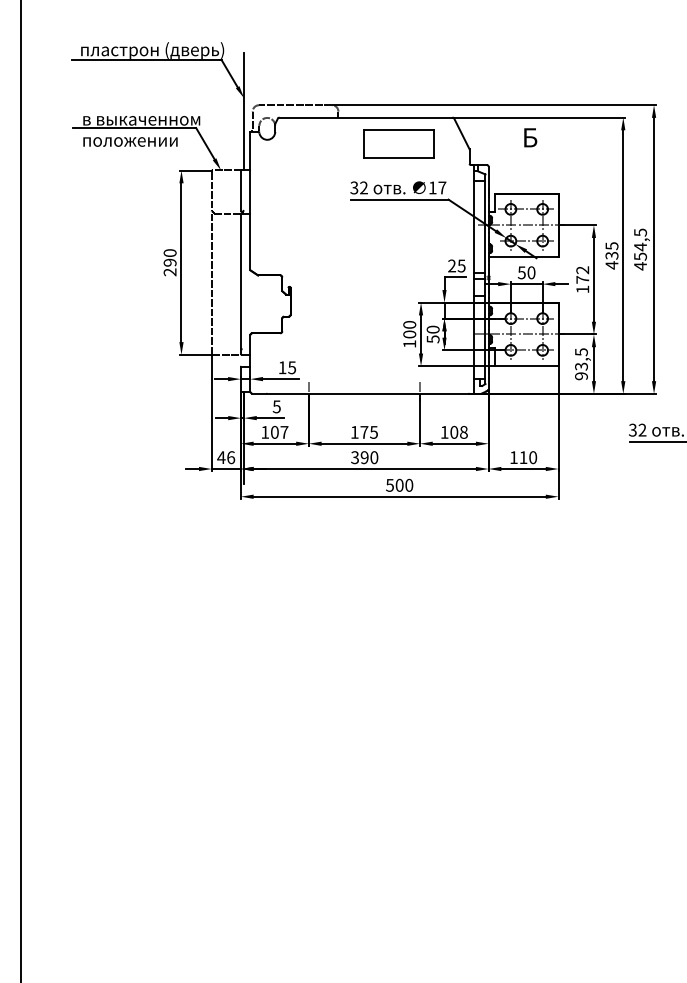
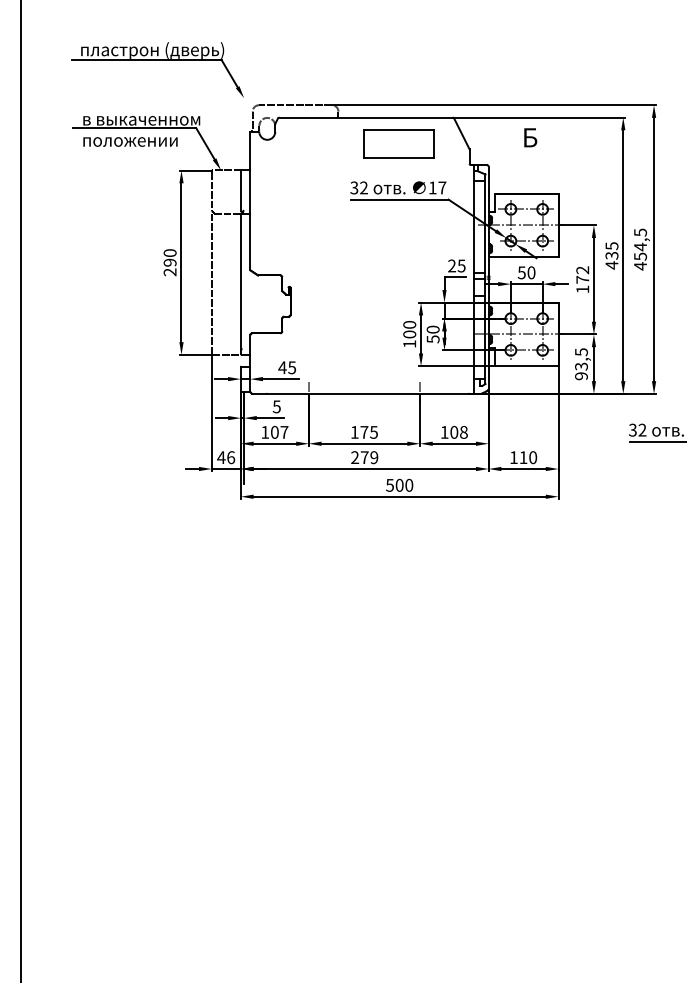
line at (244, 111): present -> none
text at (282, 367): 15 -> 45
text at (364, 457): 390 -> 279
